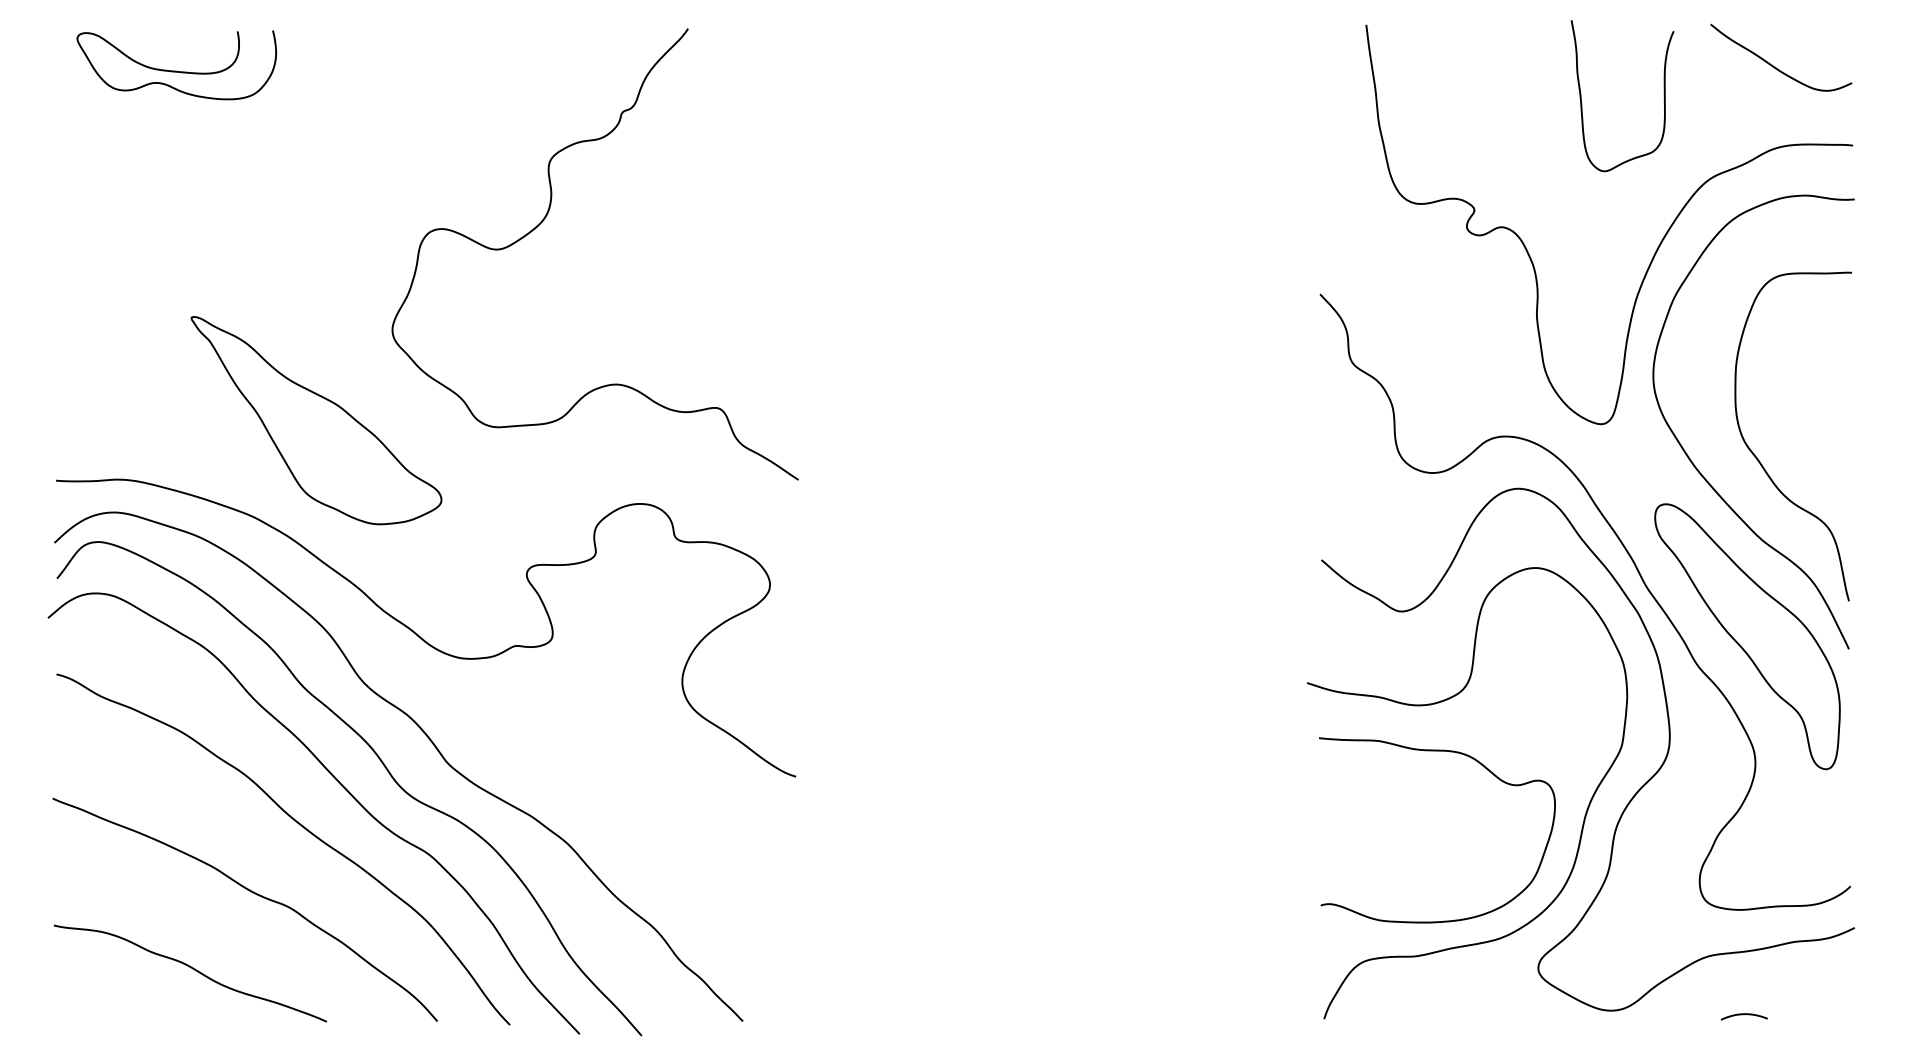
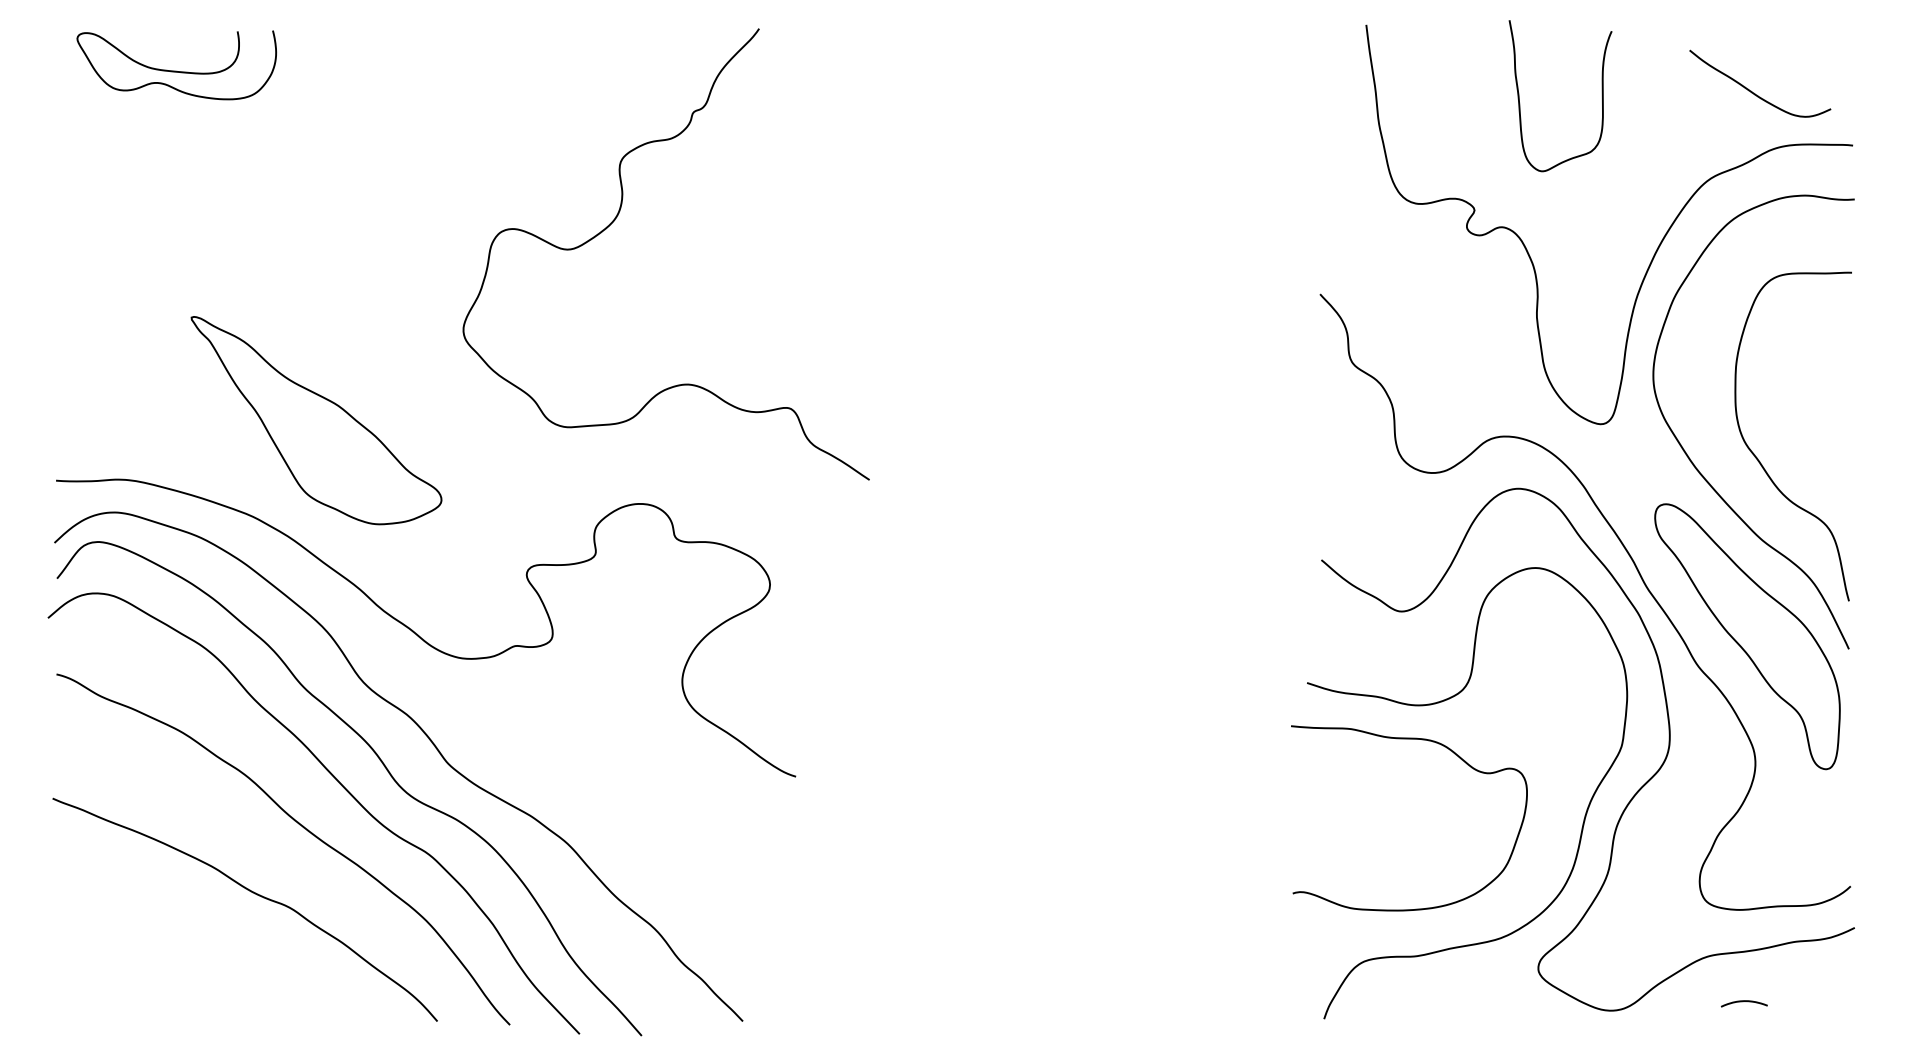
curve at (1776, 67) position: (1776, 67) -> (1755, 93)
curve at (1582, 103) position: (1582, 103) -> (1520, 103)
curve at (544, 220) position: (544, 220) -> (615, 220)
curve at (1489, 772) position: (1489, 772) -> (1461, 760)
curve at (192, 969): present -> none
curve at (1743, 1015) position: (1743, 1015) -> (1743, 1002)
